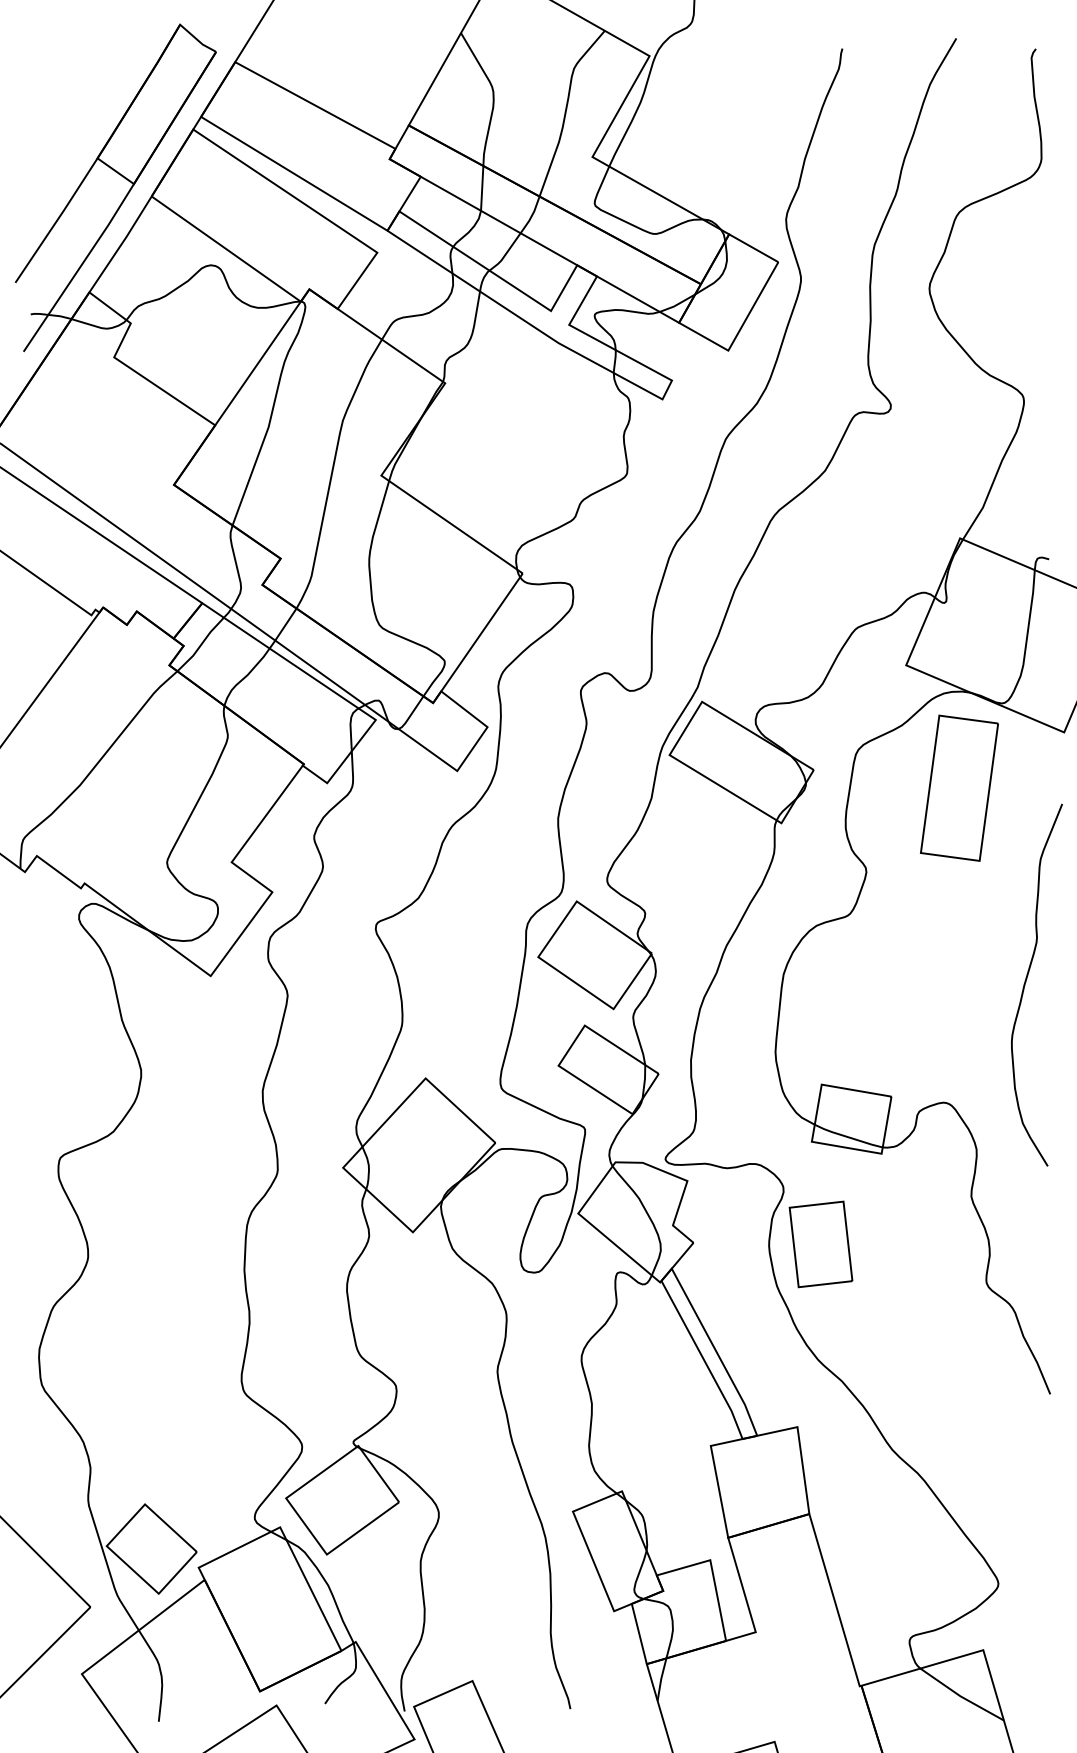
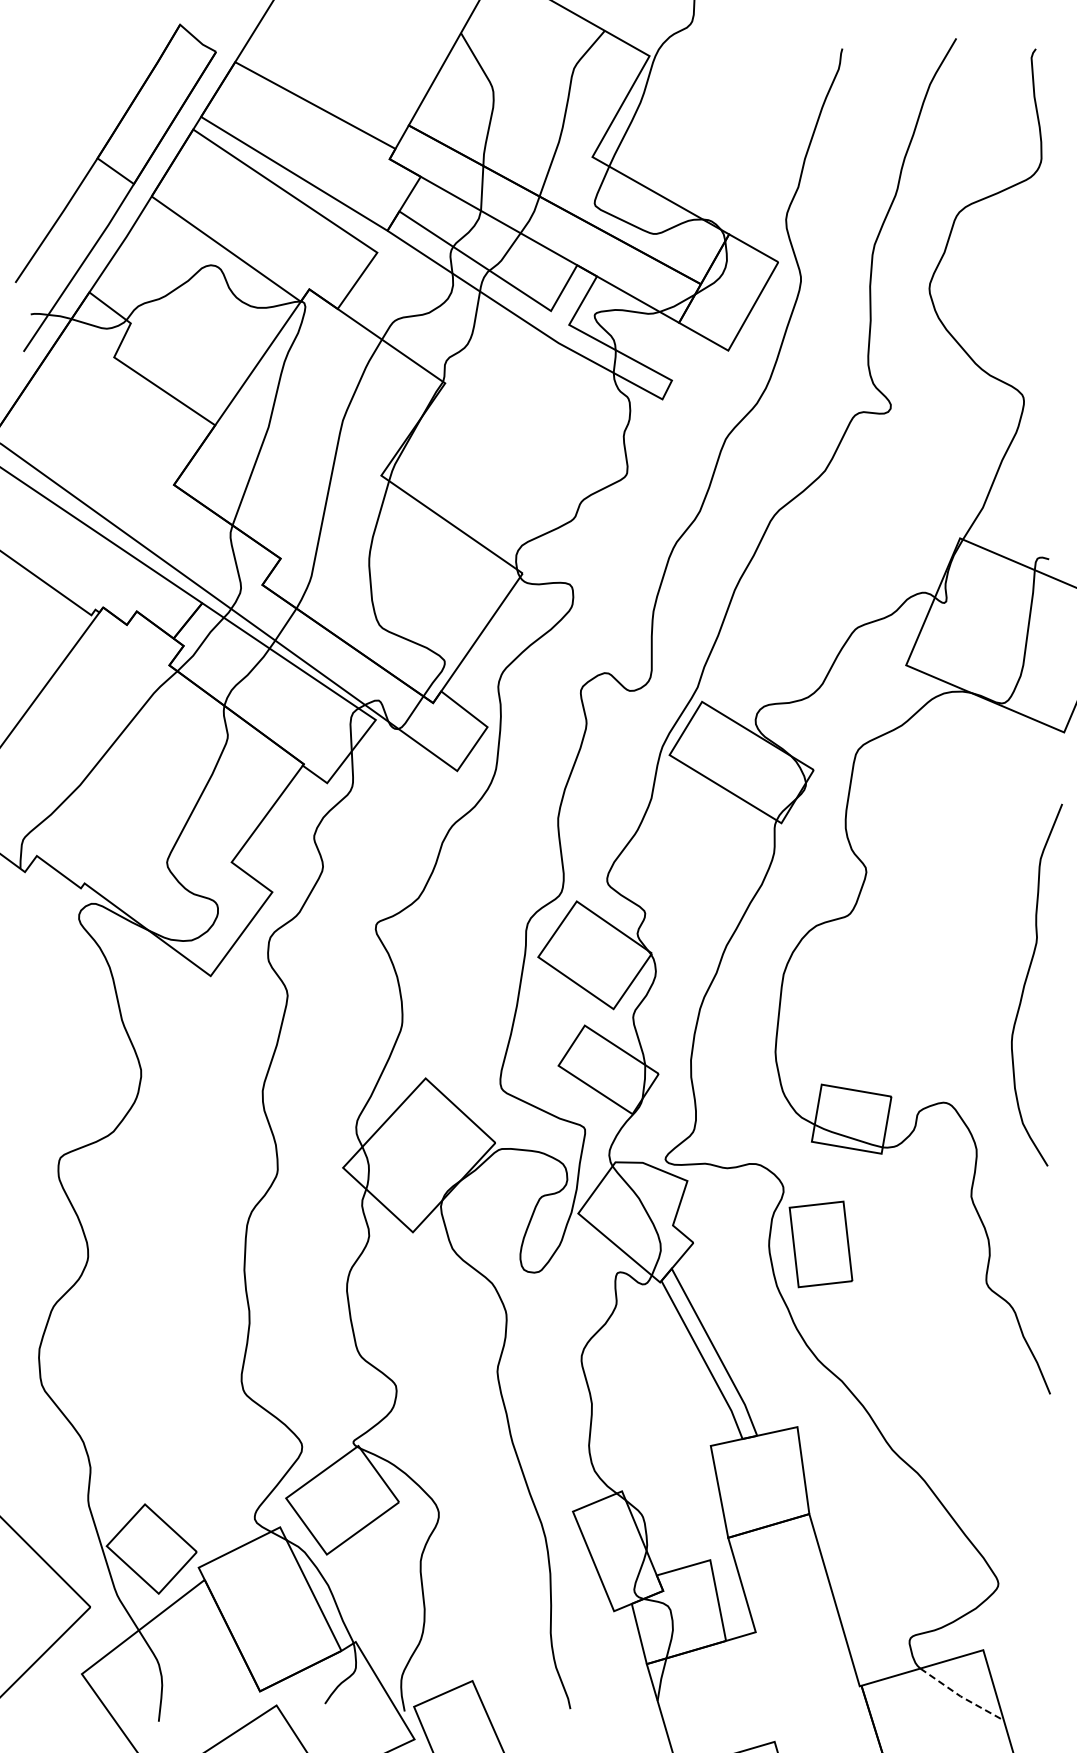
part at (959, 787): present -> none
line at (960, 1696): solid -> dashed
